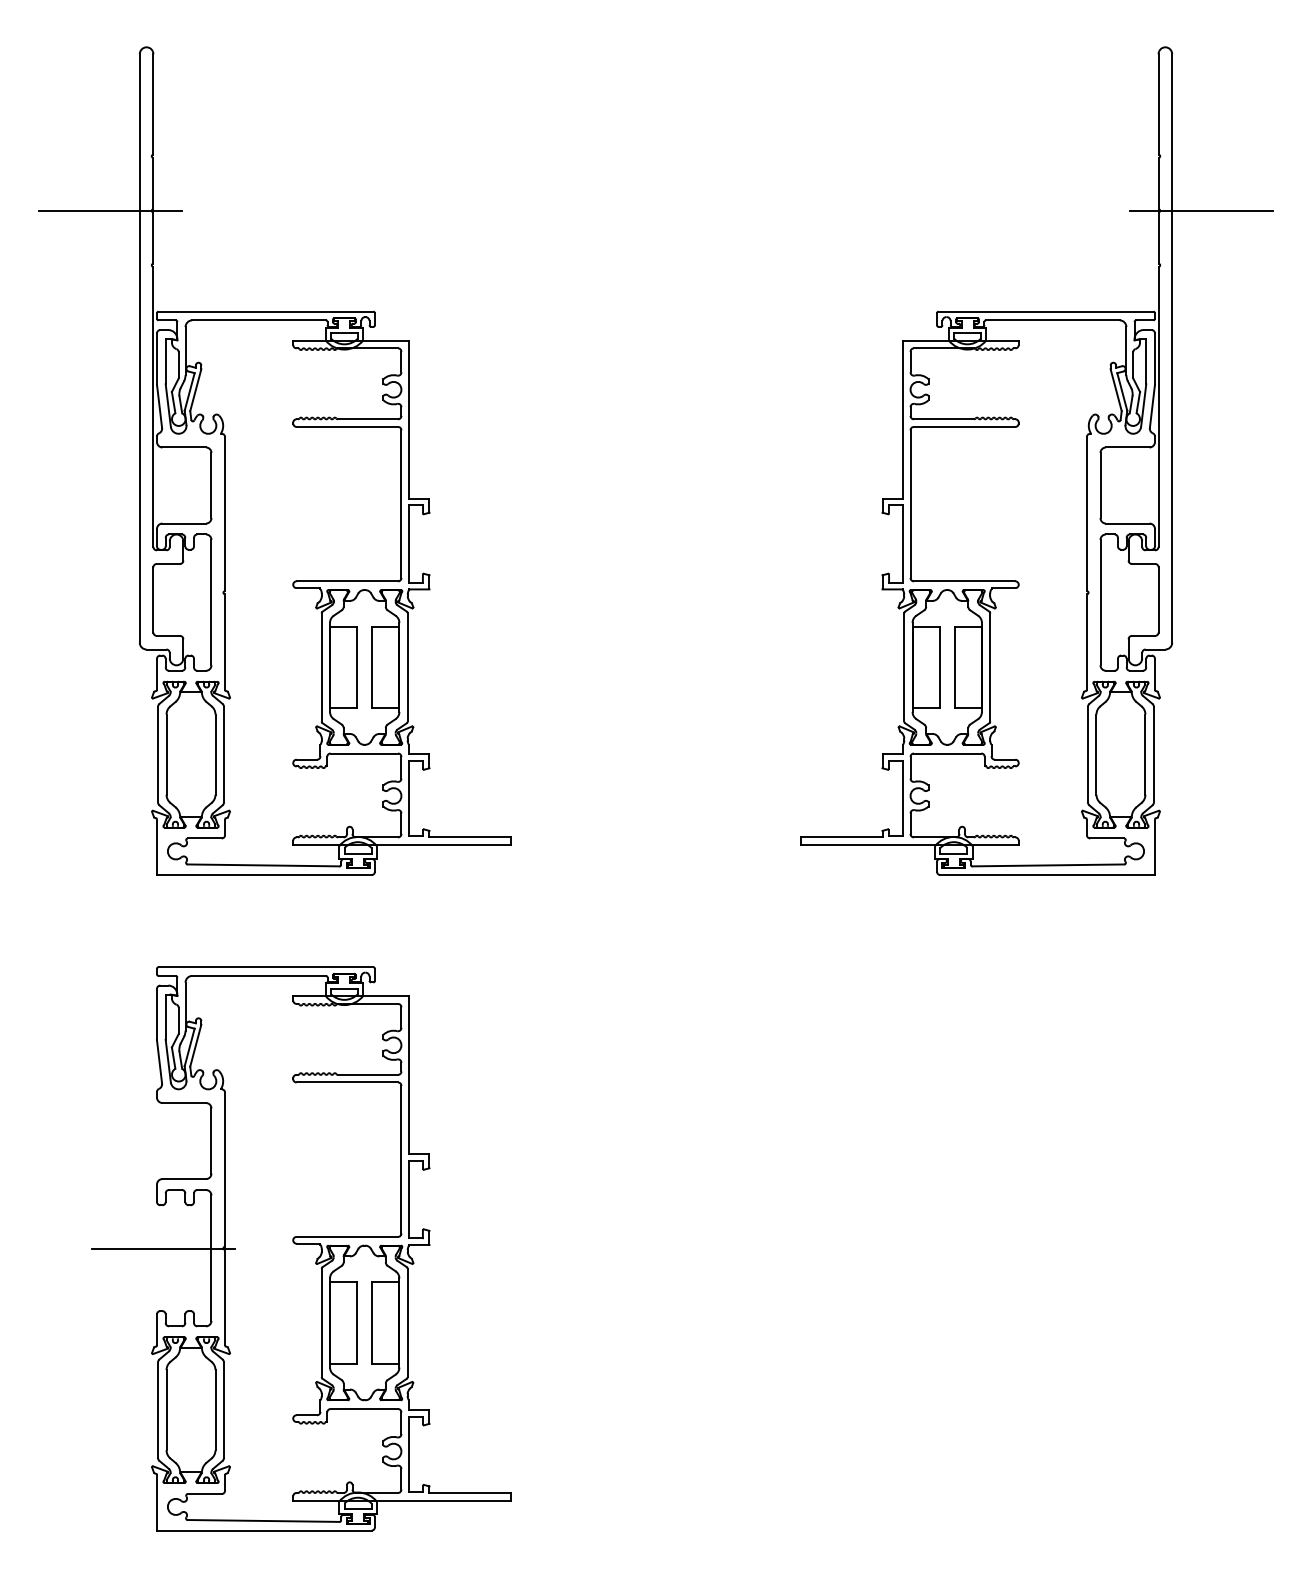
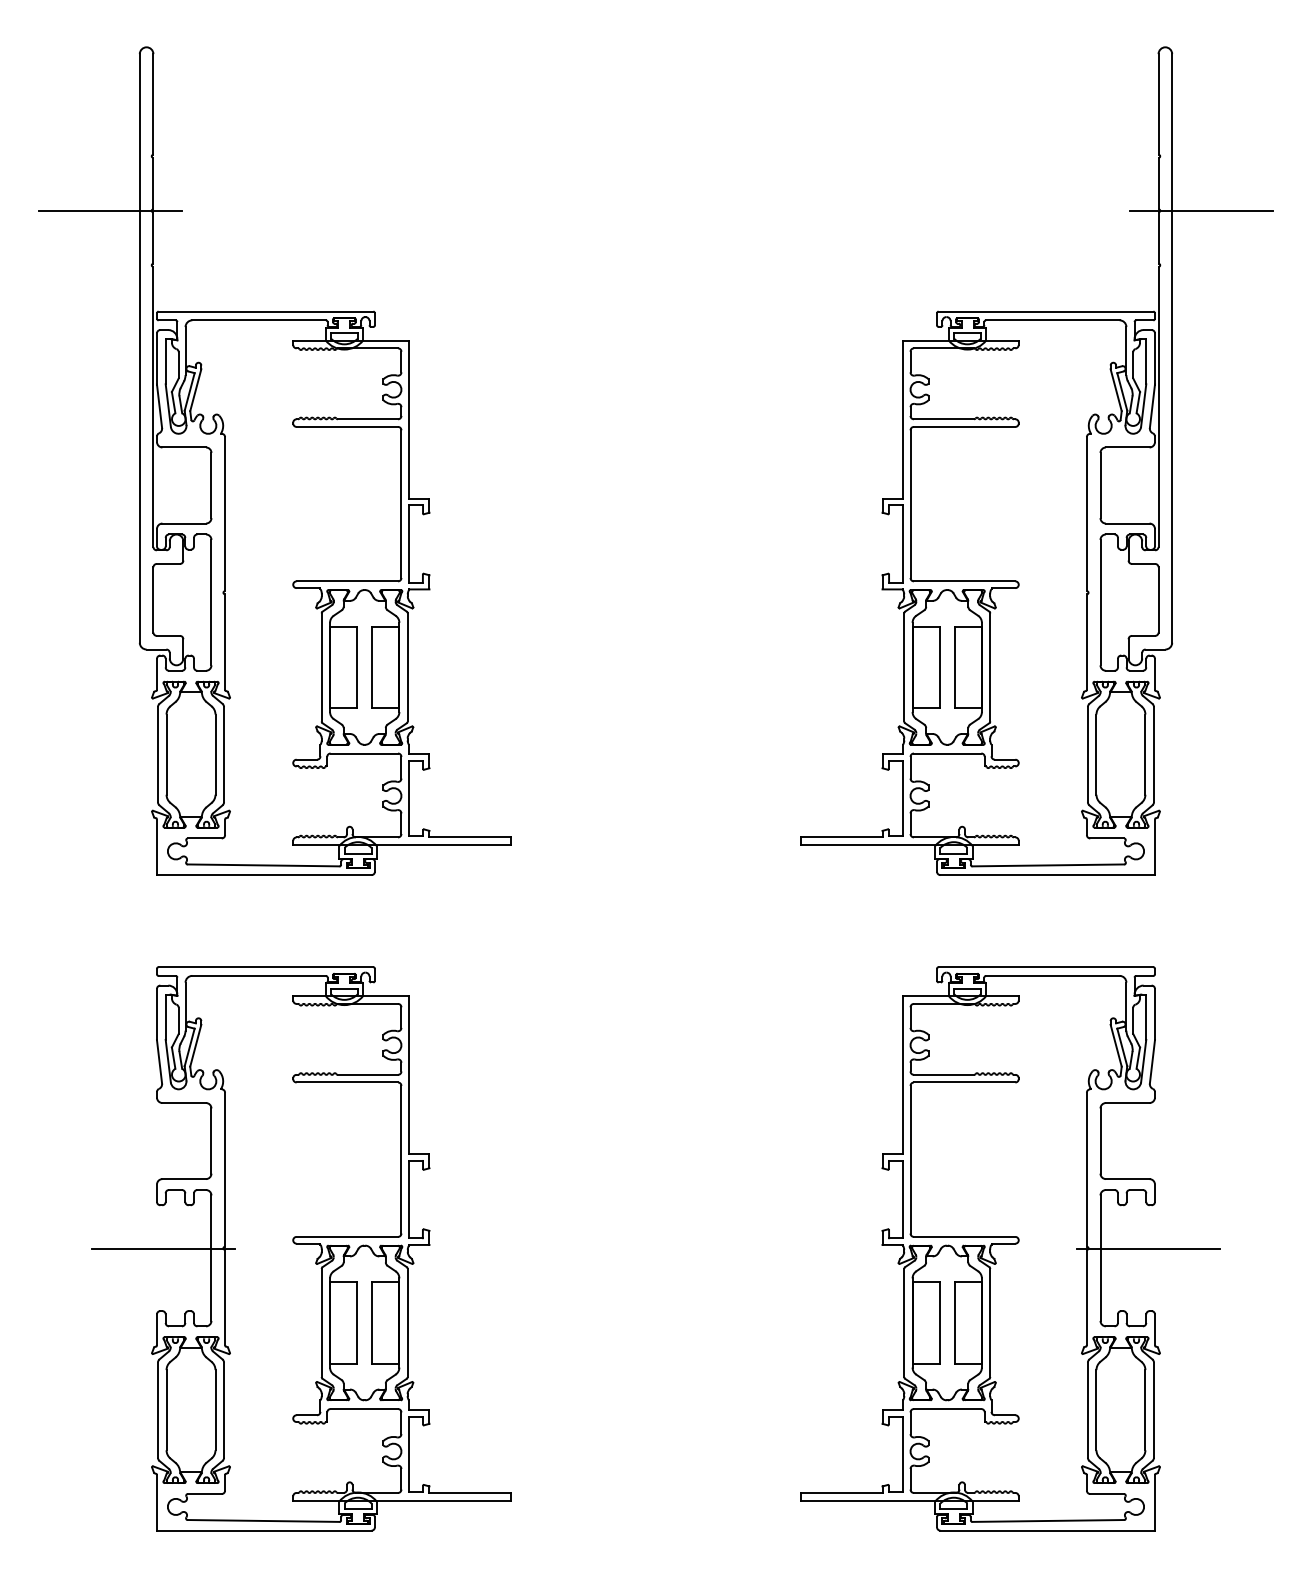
part at (1010, 1248): none -> present
